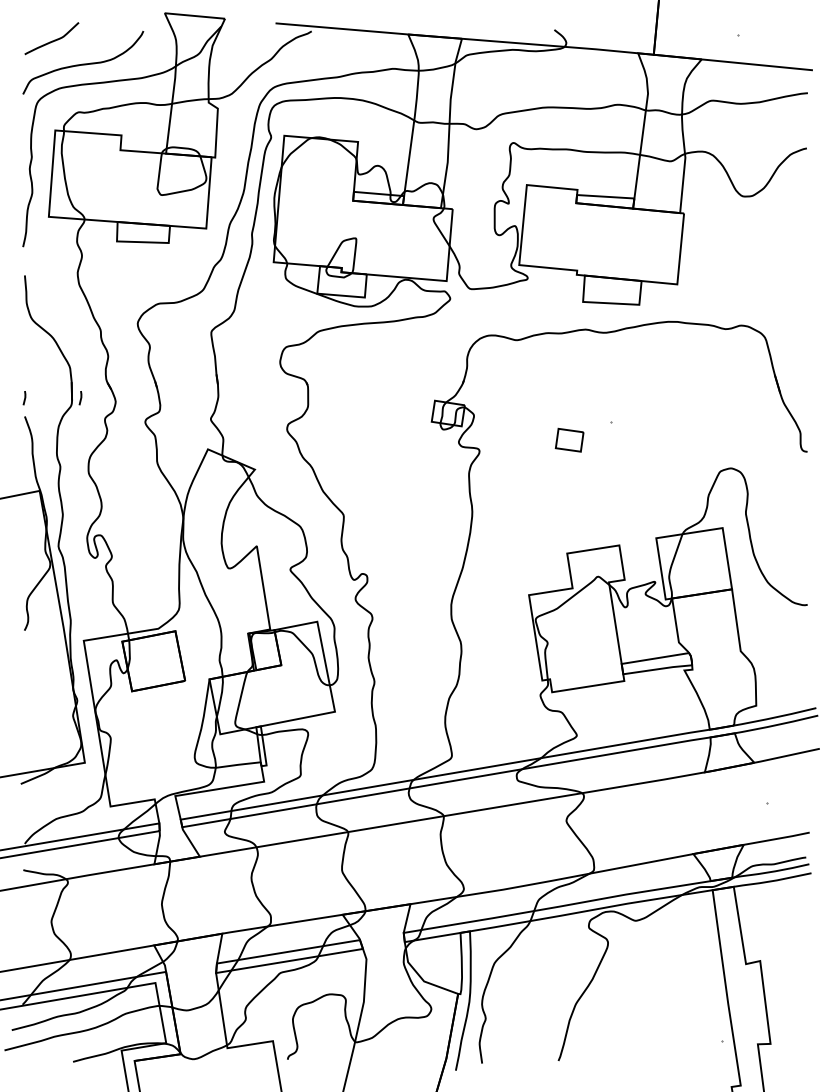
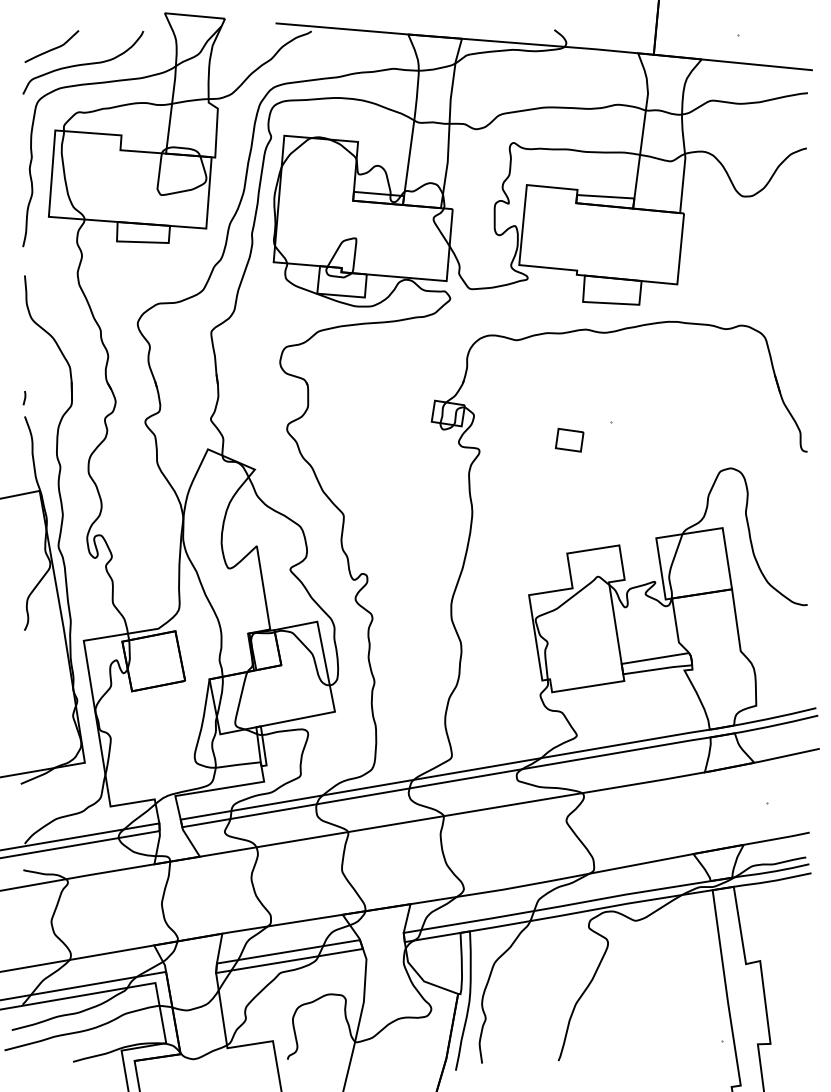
curve at (52, 40) position: (52, 40) -> (52, 48)
line at (80, 398): present -> none
